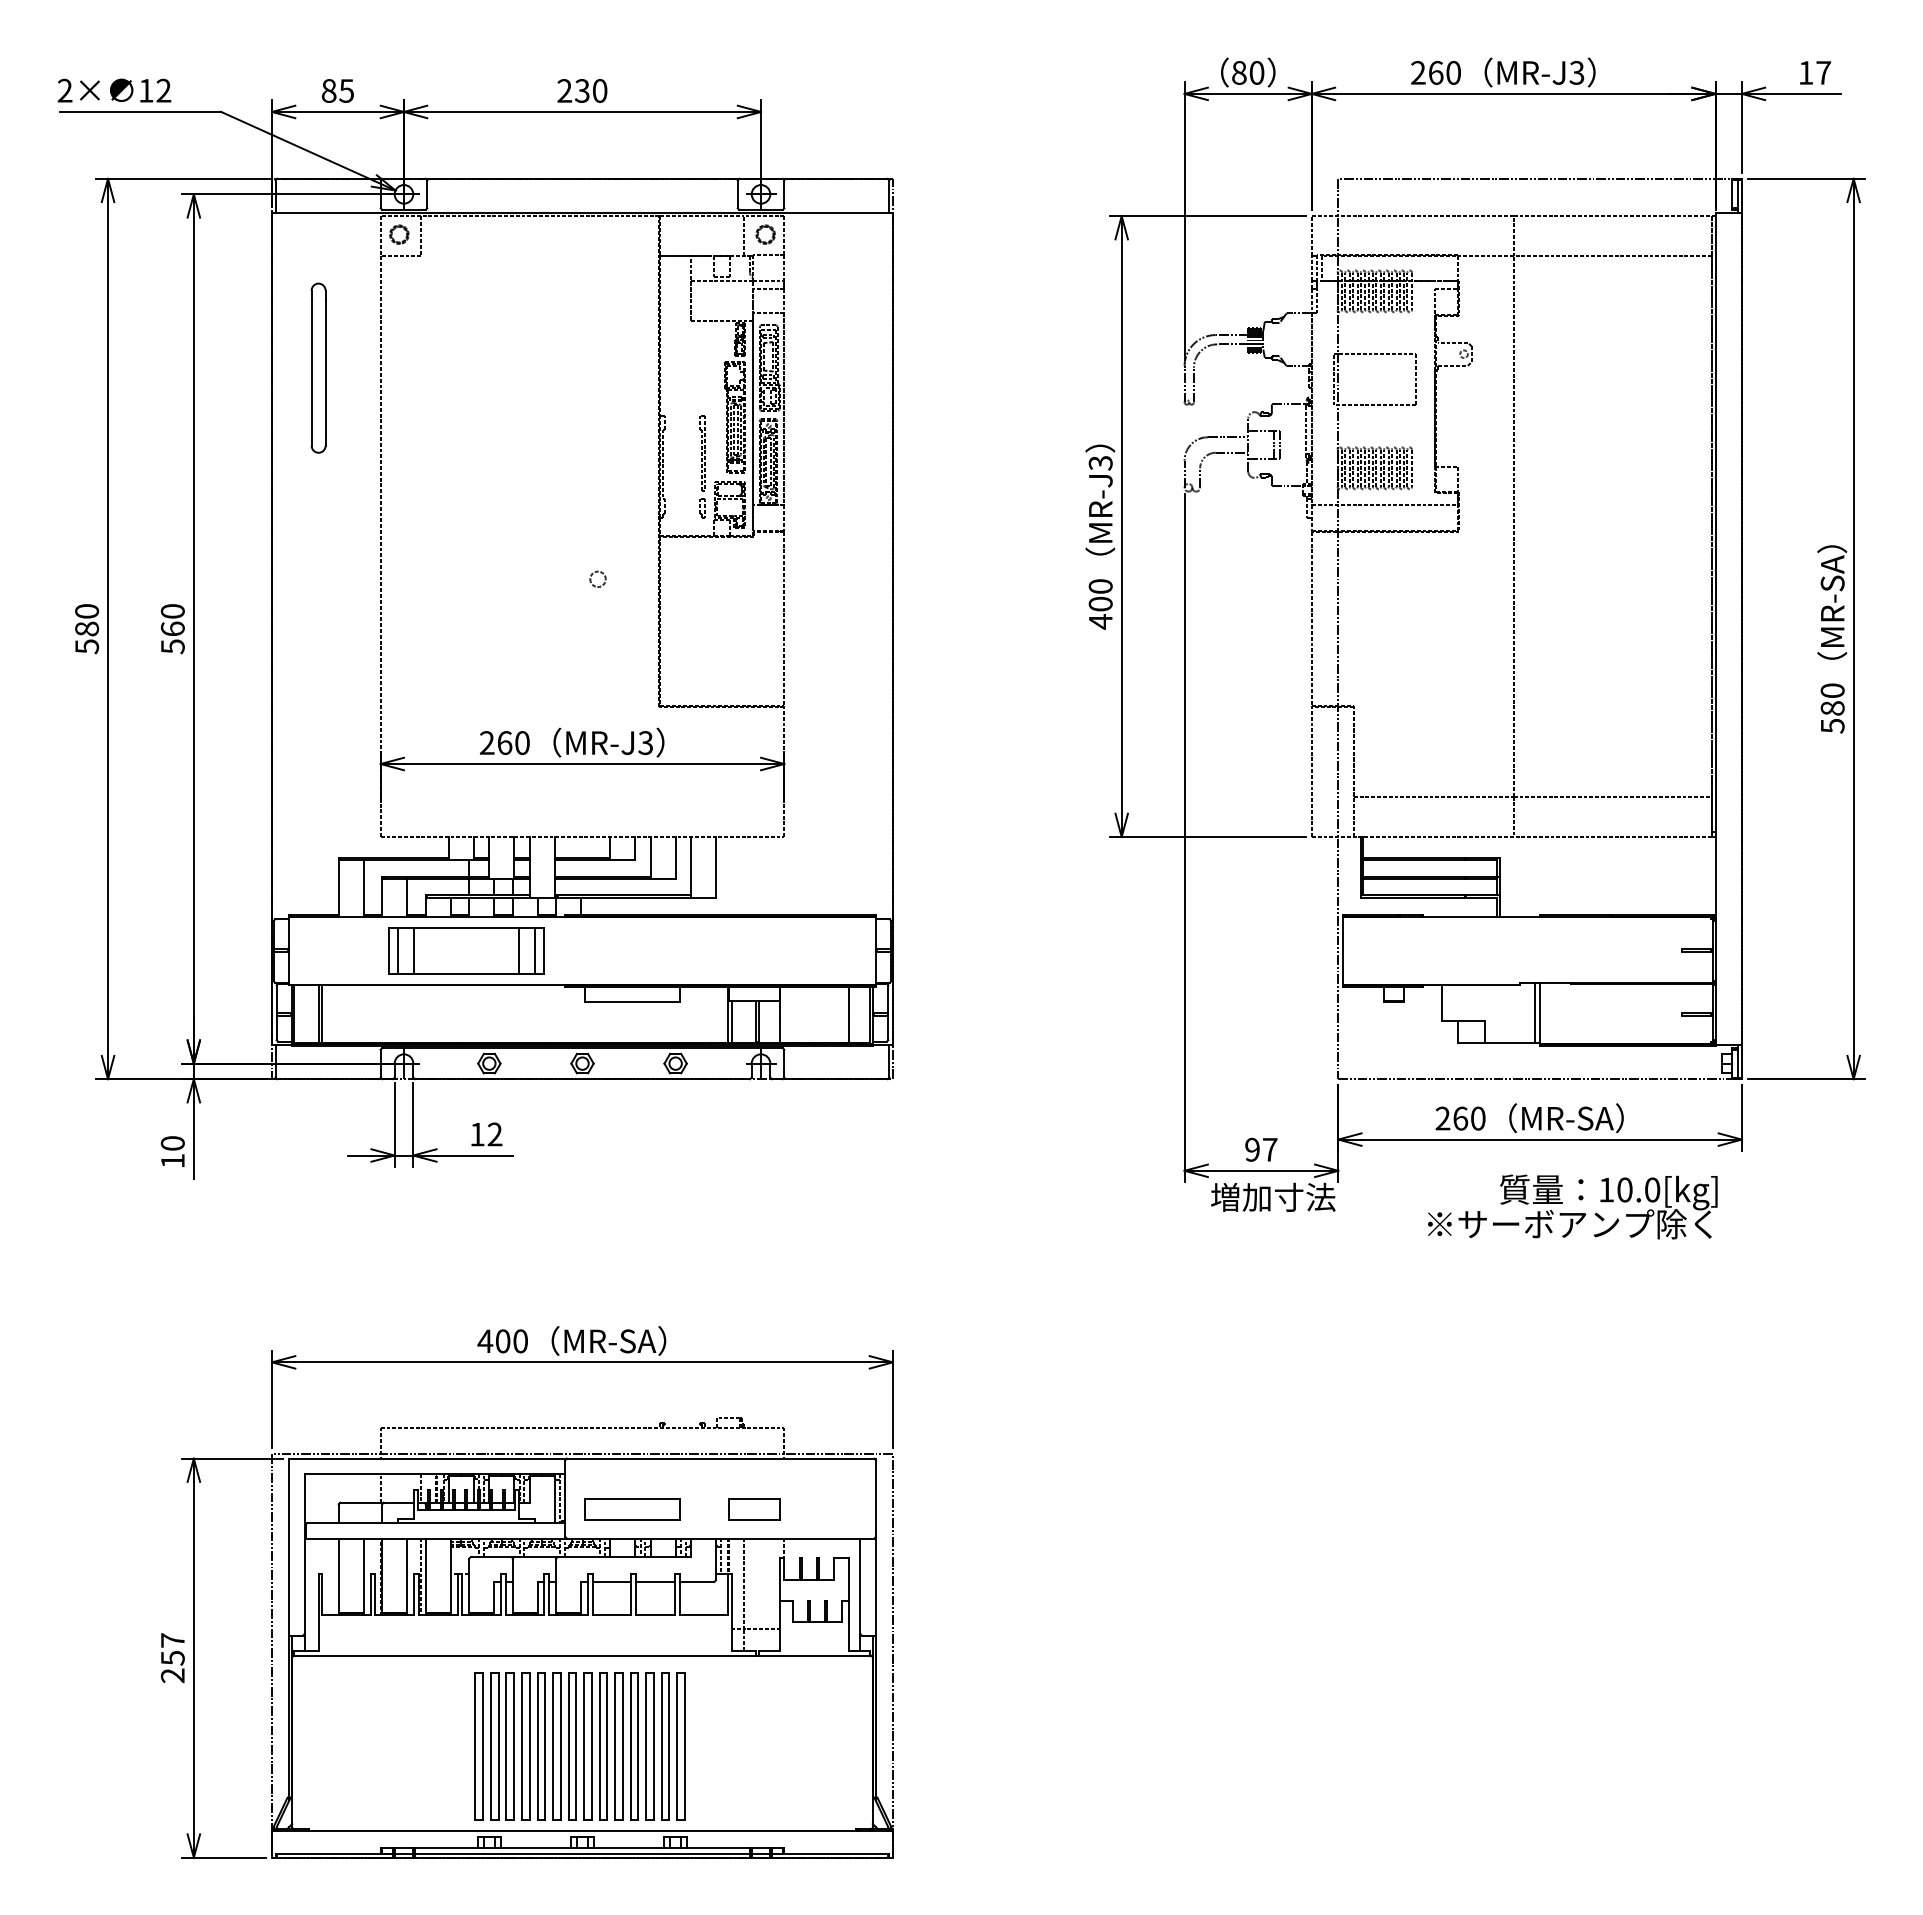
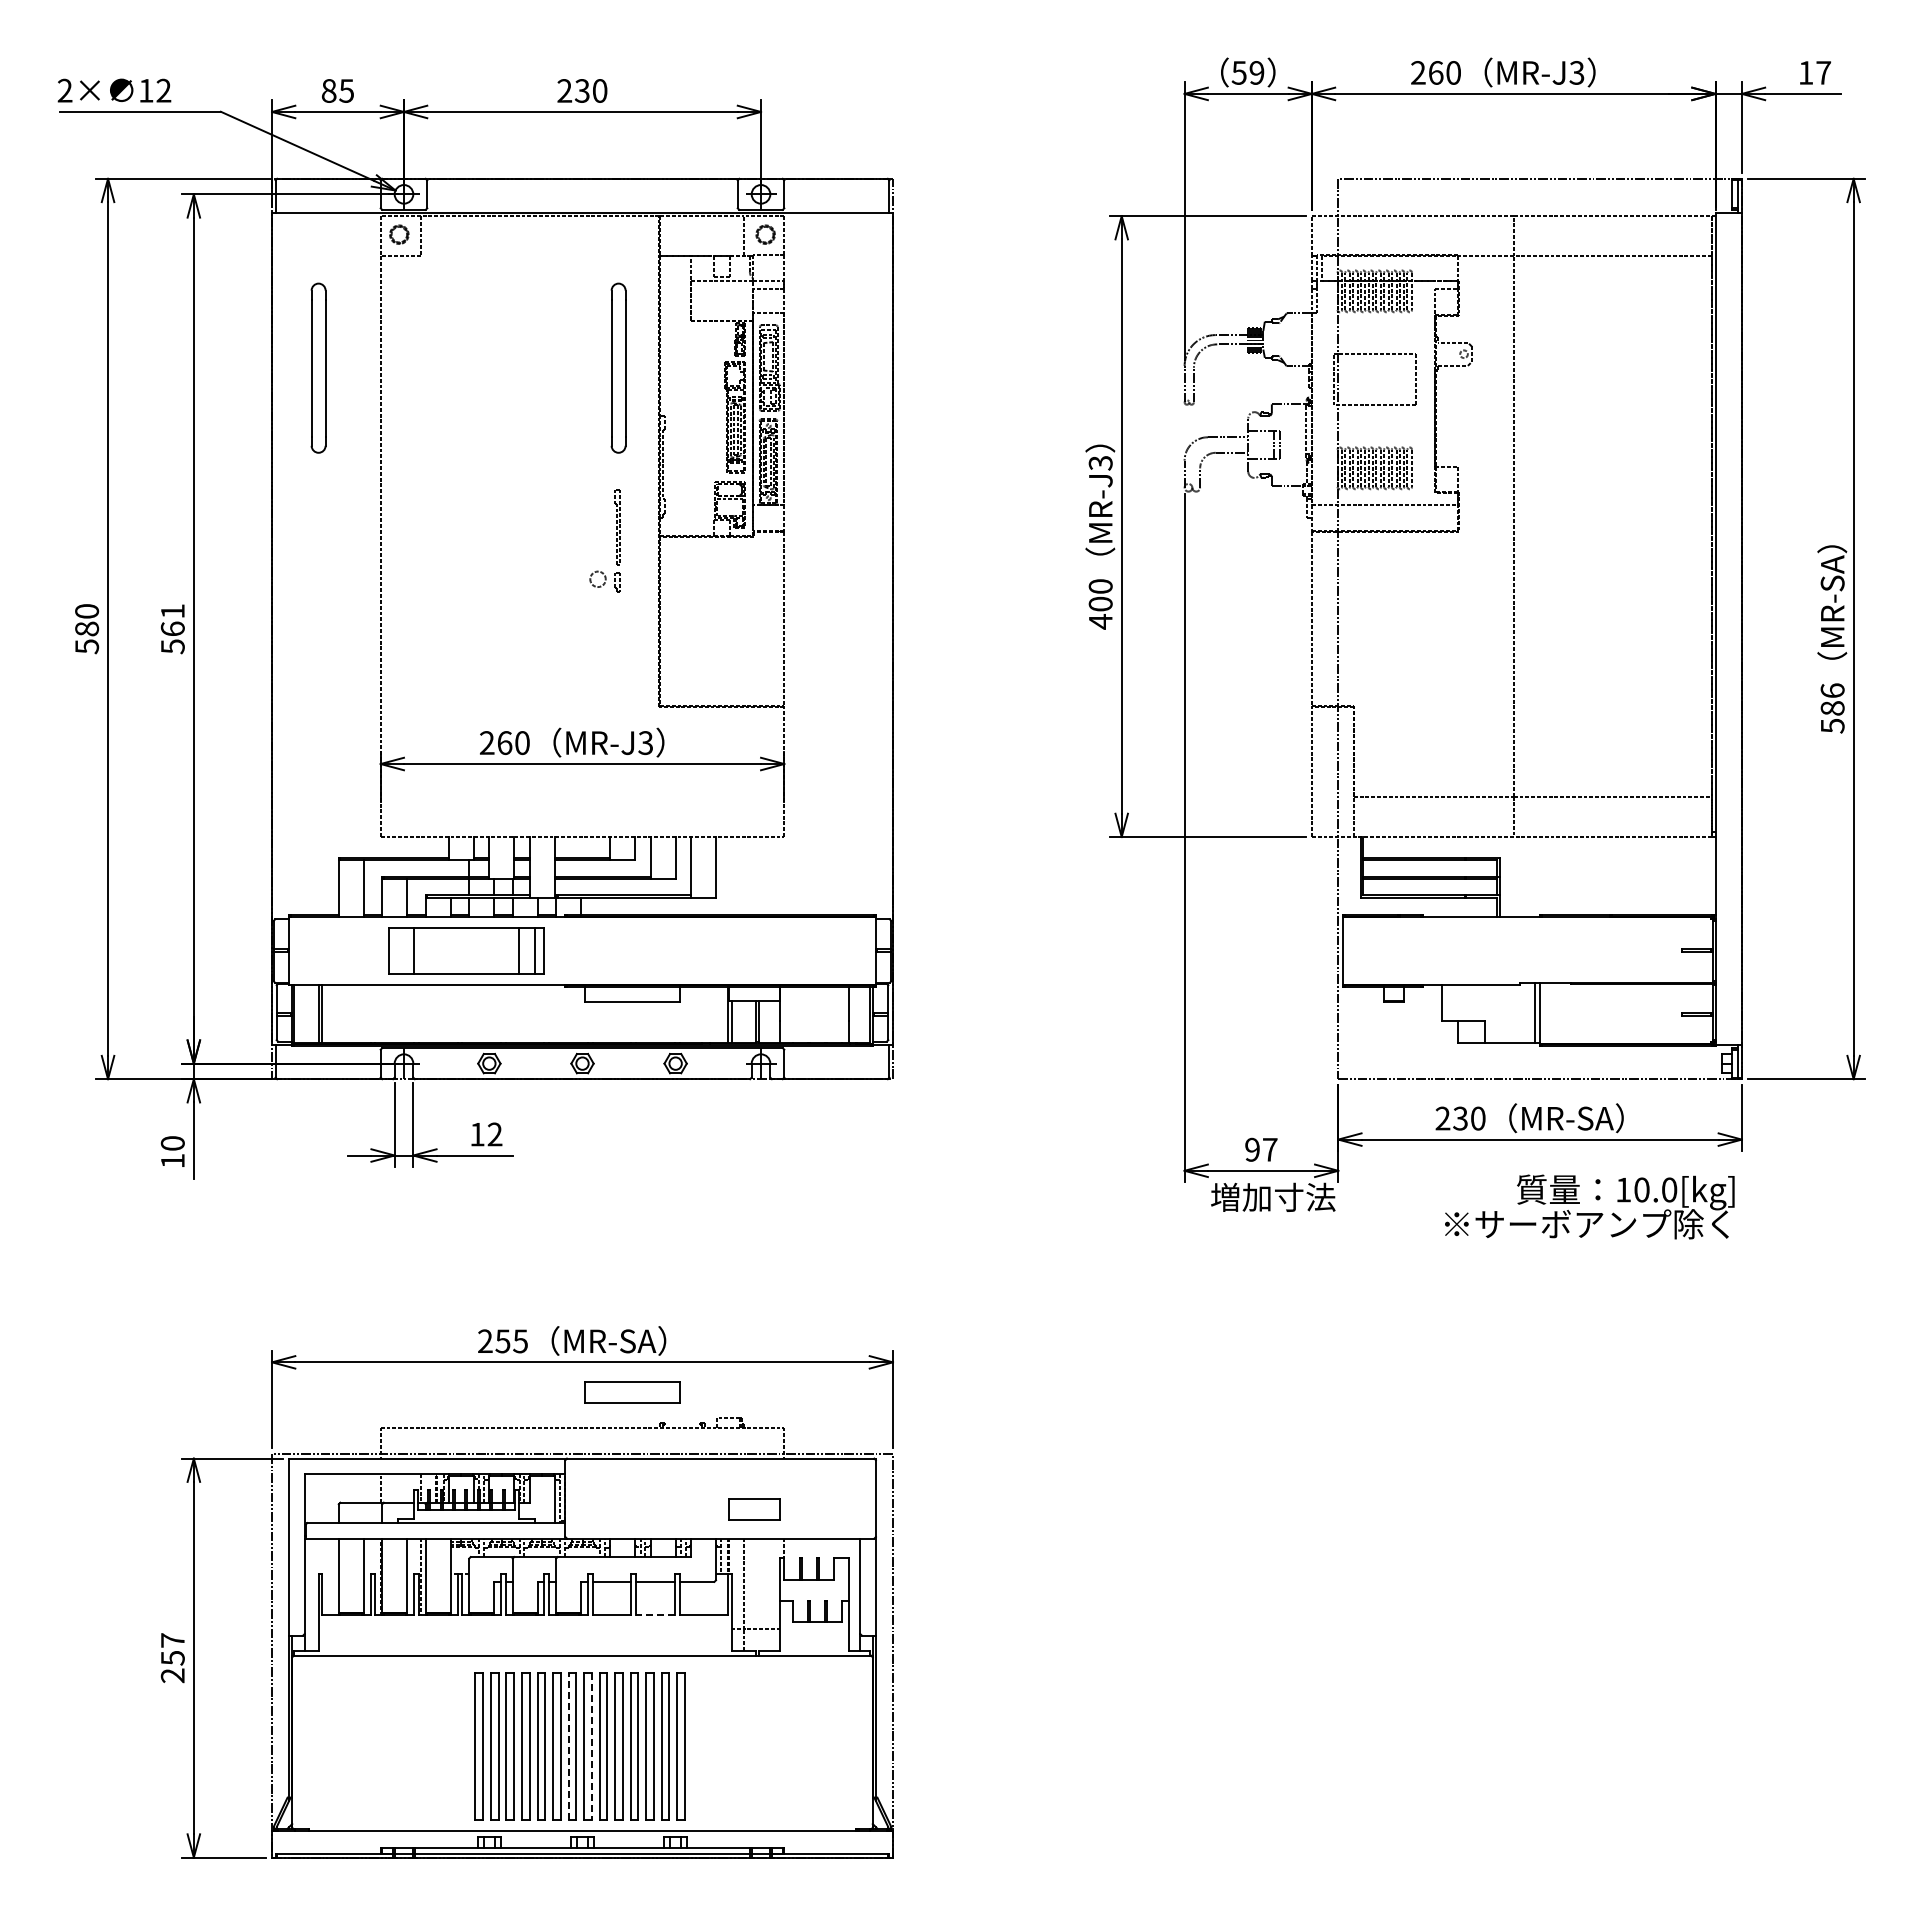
text at (1247, 72): 80 -> 59
part at (618, 367): none -> present
part at (702, 466) position: (702, 466) -> (617, 540)
text at (172, 611): 560 -> 561
text at (1832, 690): 580 -> 586
line at (398, 950): present -> none
text at (1460, 1118): 260 -> 230
text at (1572, 1206) position: (1572, 1206) -> (1589, 1206)
text at (502, 1341): 400 -> 255
part at (632, 1509) position: (632, 1509) -> (632, 1392)
line at (654, 1615): solid -> dashed
line at (568, 1746): solid -> dashed
line at (591, 1746): solid -> dashed
